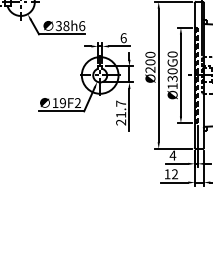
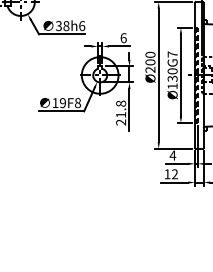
text at (172, 54): Ø130G0 -> Ø130G7
text at (77, 103): 19F2 -> 19F8
text at (121, 103): 21.7 -> 21.8
